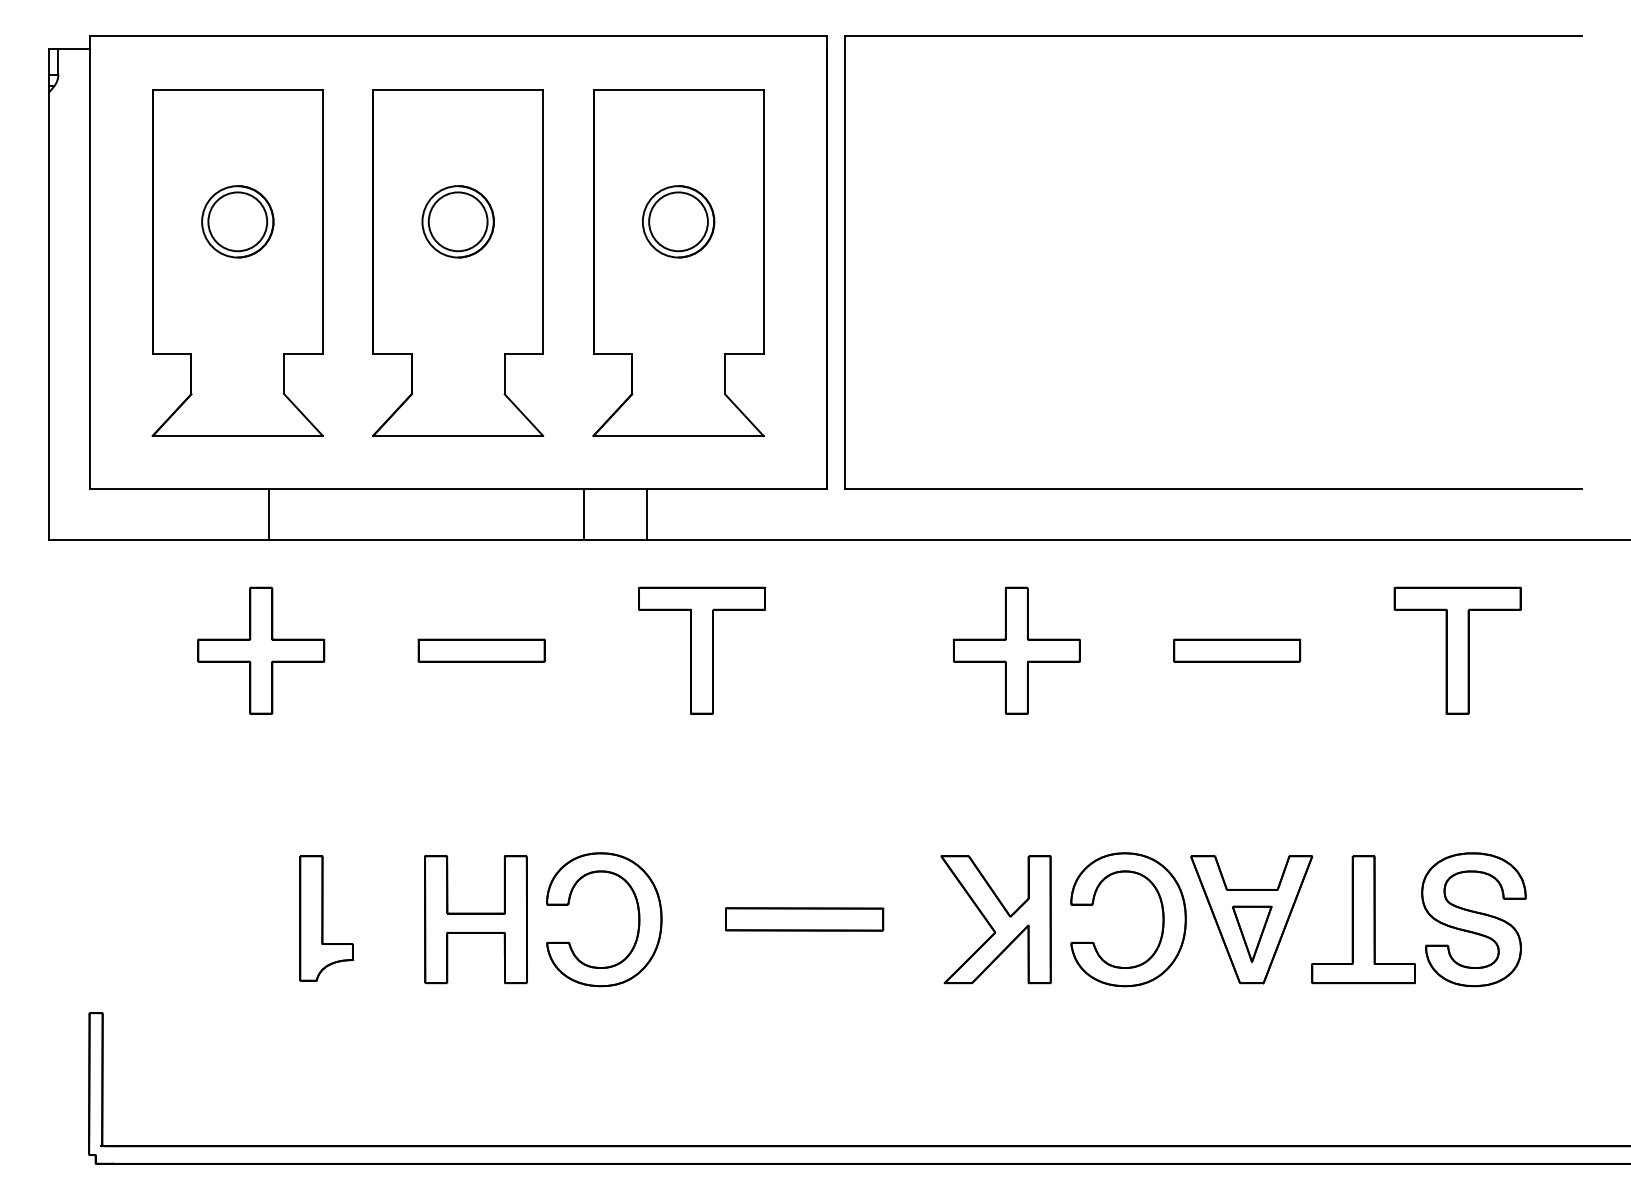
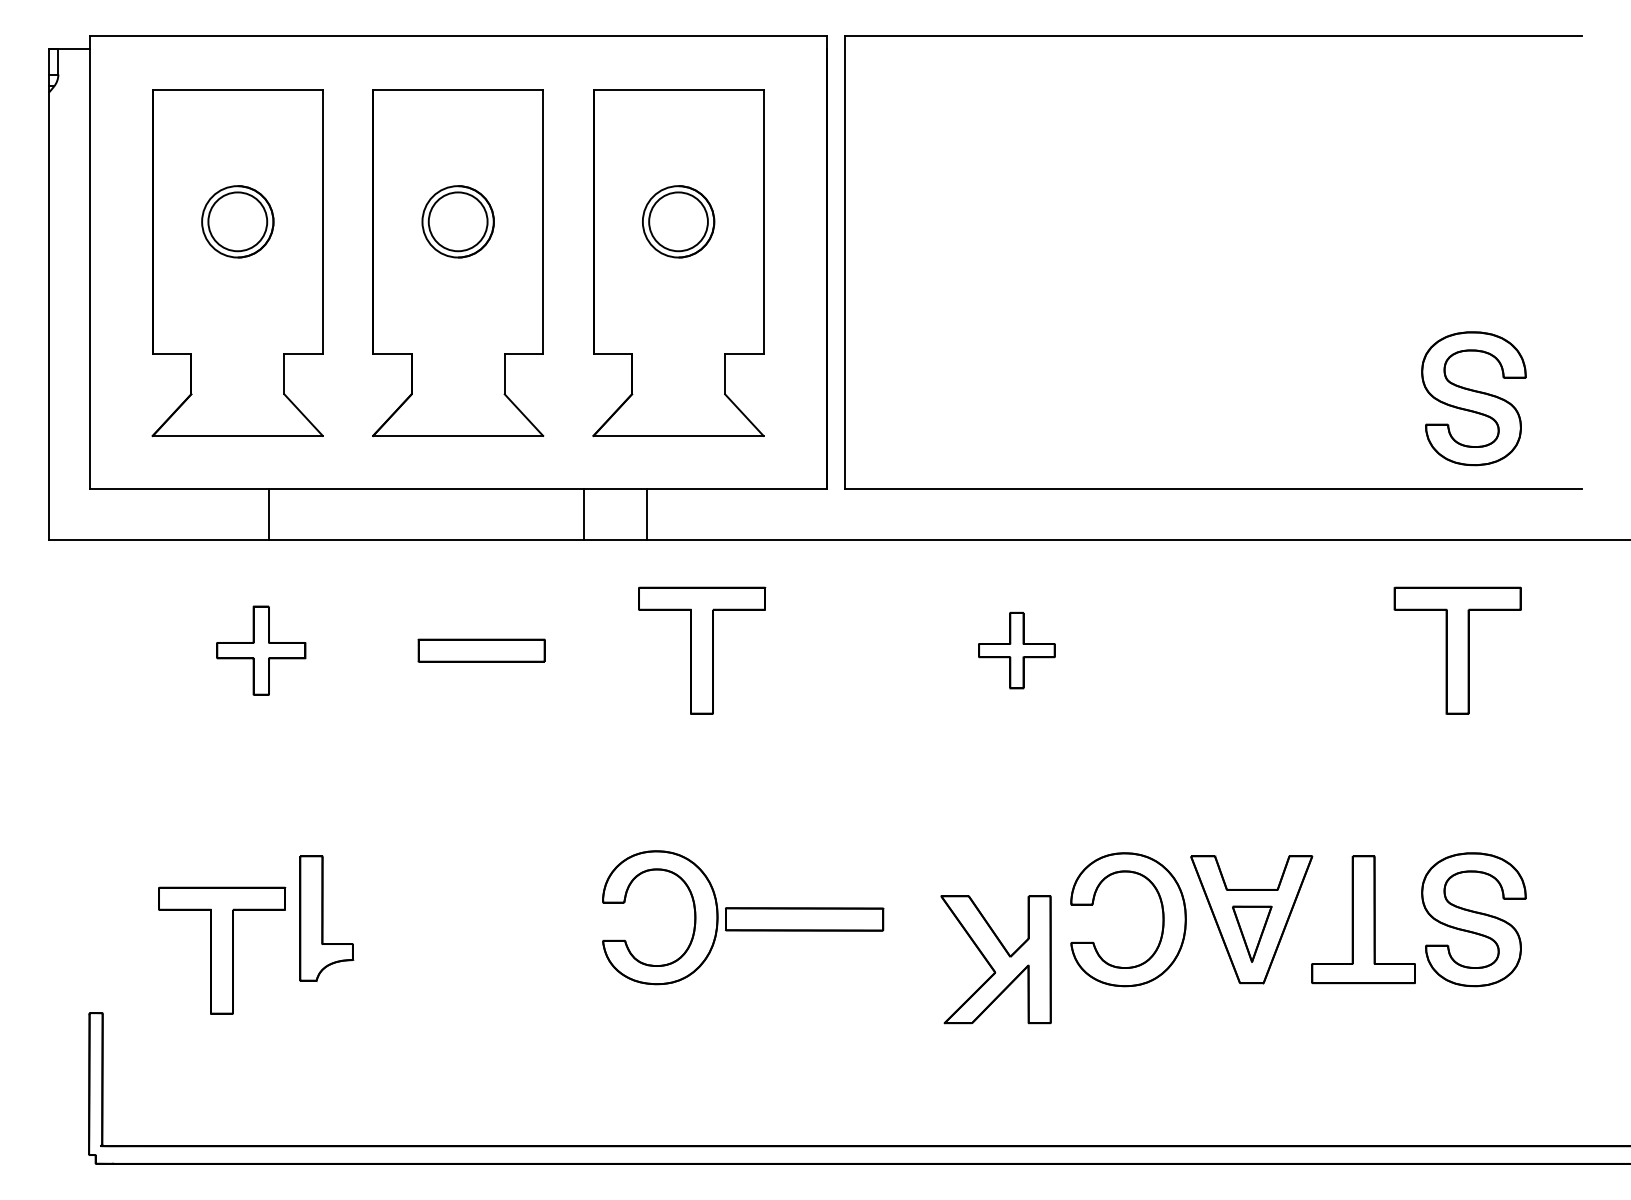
part at (1473, 398): none -> present
part at (261, 650) size: 129x129 px -> 91x91 px
part at (1016, 650) size: 128x129 px -> 78x79 px
part at (1237, 650): present -> none
part at (475, 919): present -> none
part at (638, 919) position: (638, 919) -> (694, 917)
part at (995, 919) position: (995, 919) -> (995, 959)
part at (222, 950): none -> present
